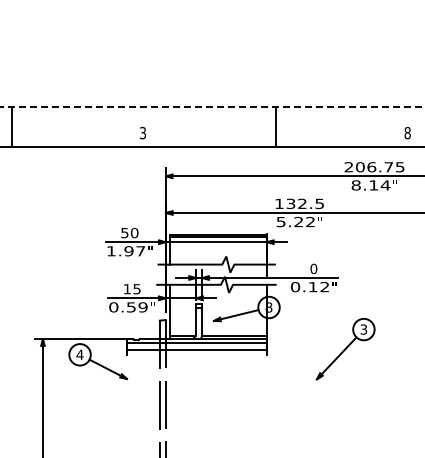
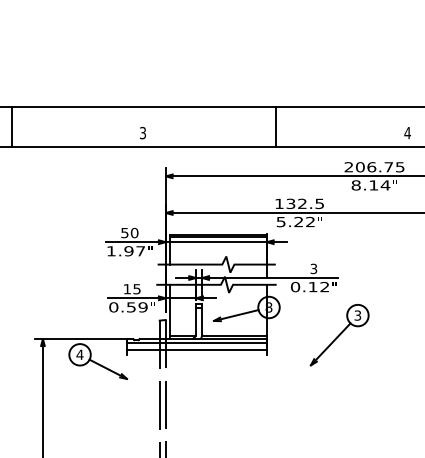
line at (212, 106): dashed -> solid
text at (407, 132): 8 -> 4
text at (313, 268): 0 -> 3
part at (345, 349) position: (345, 349) -> (339, 335)
